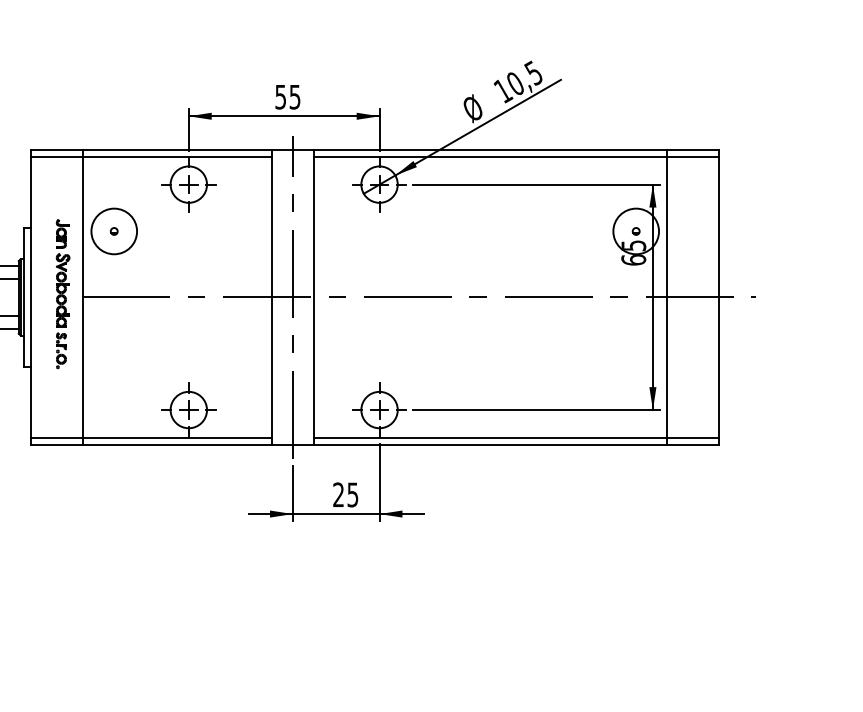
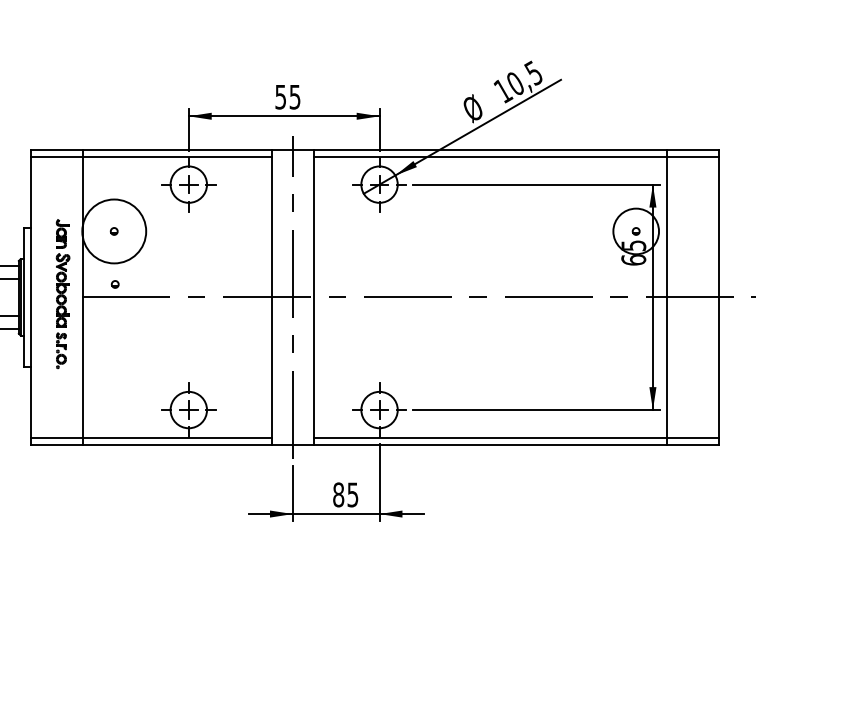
circle at (114, 231) diameter: 46 px -> 64 px
part at (114, 284): none -> present
text at (338, 494): 25 -> 85
